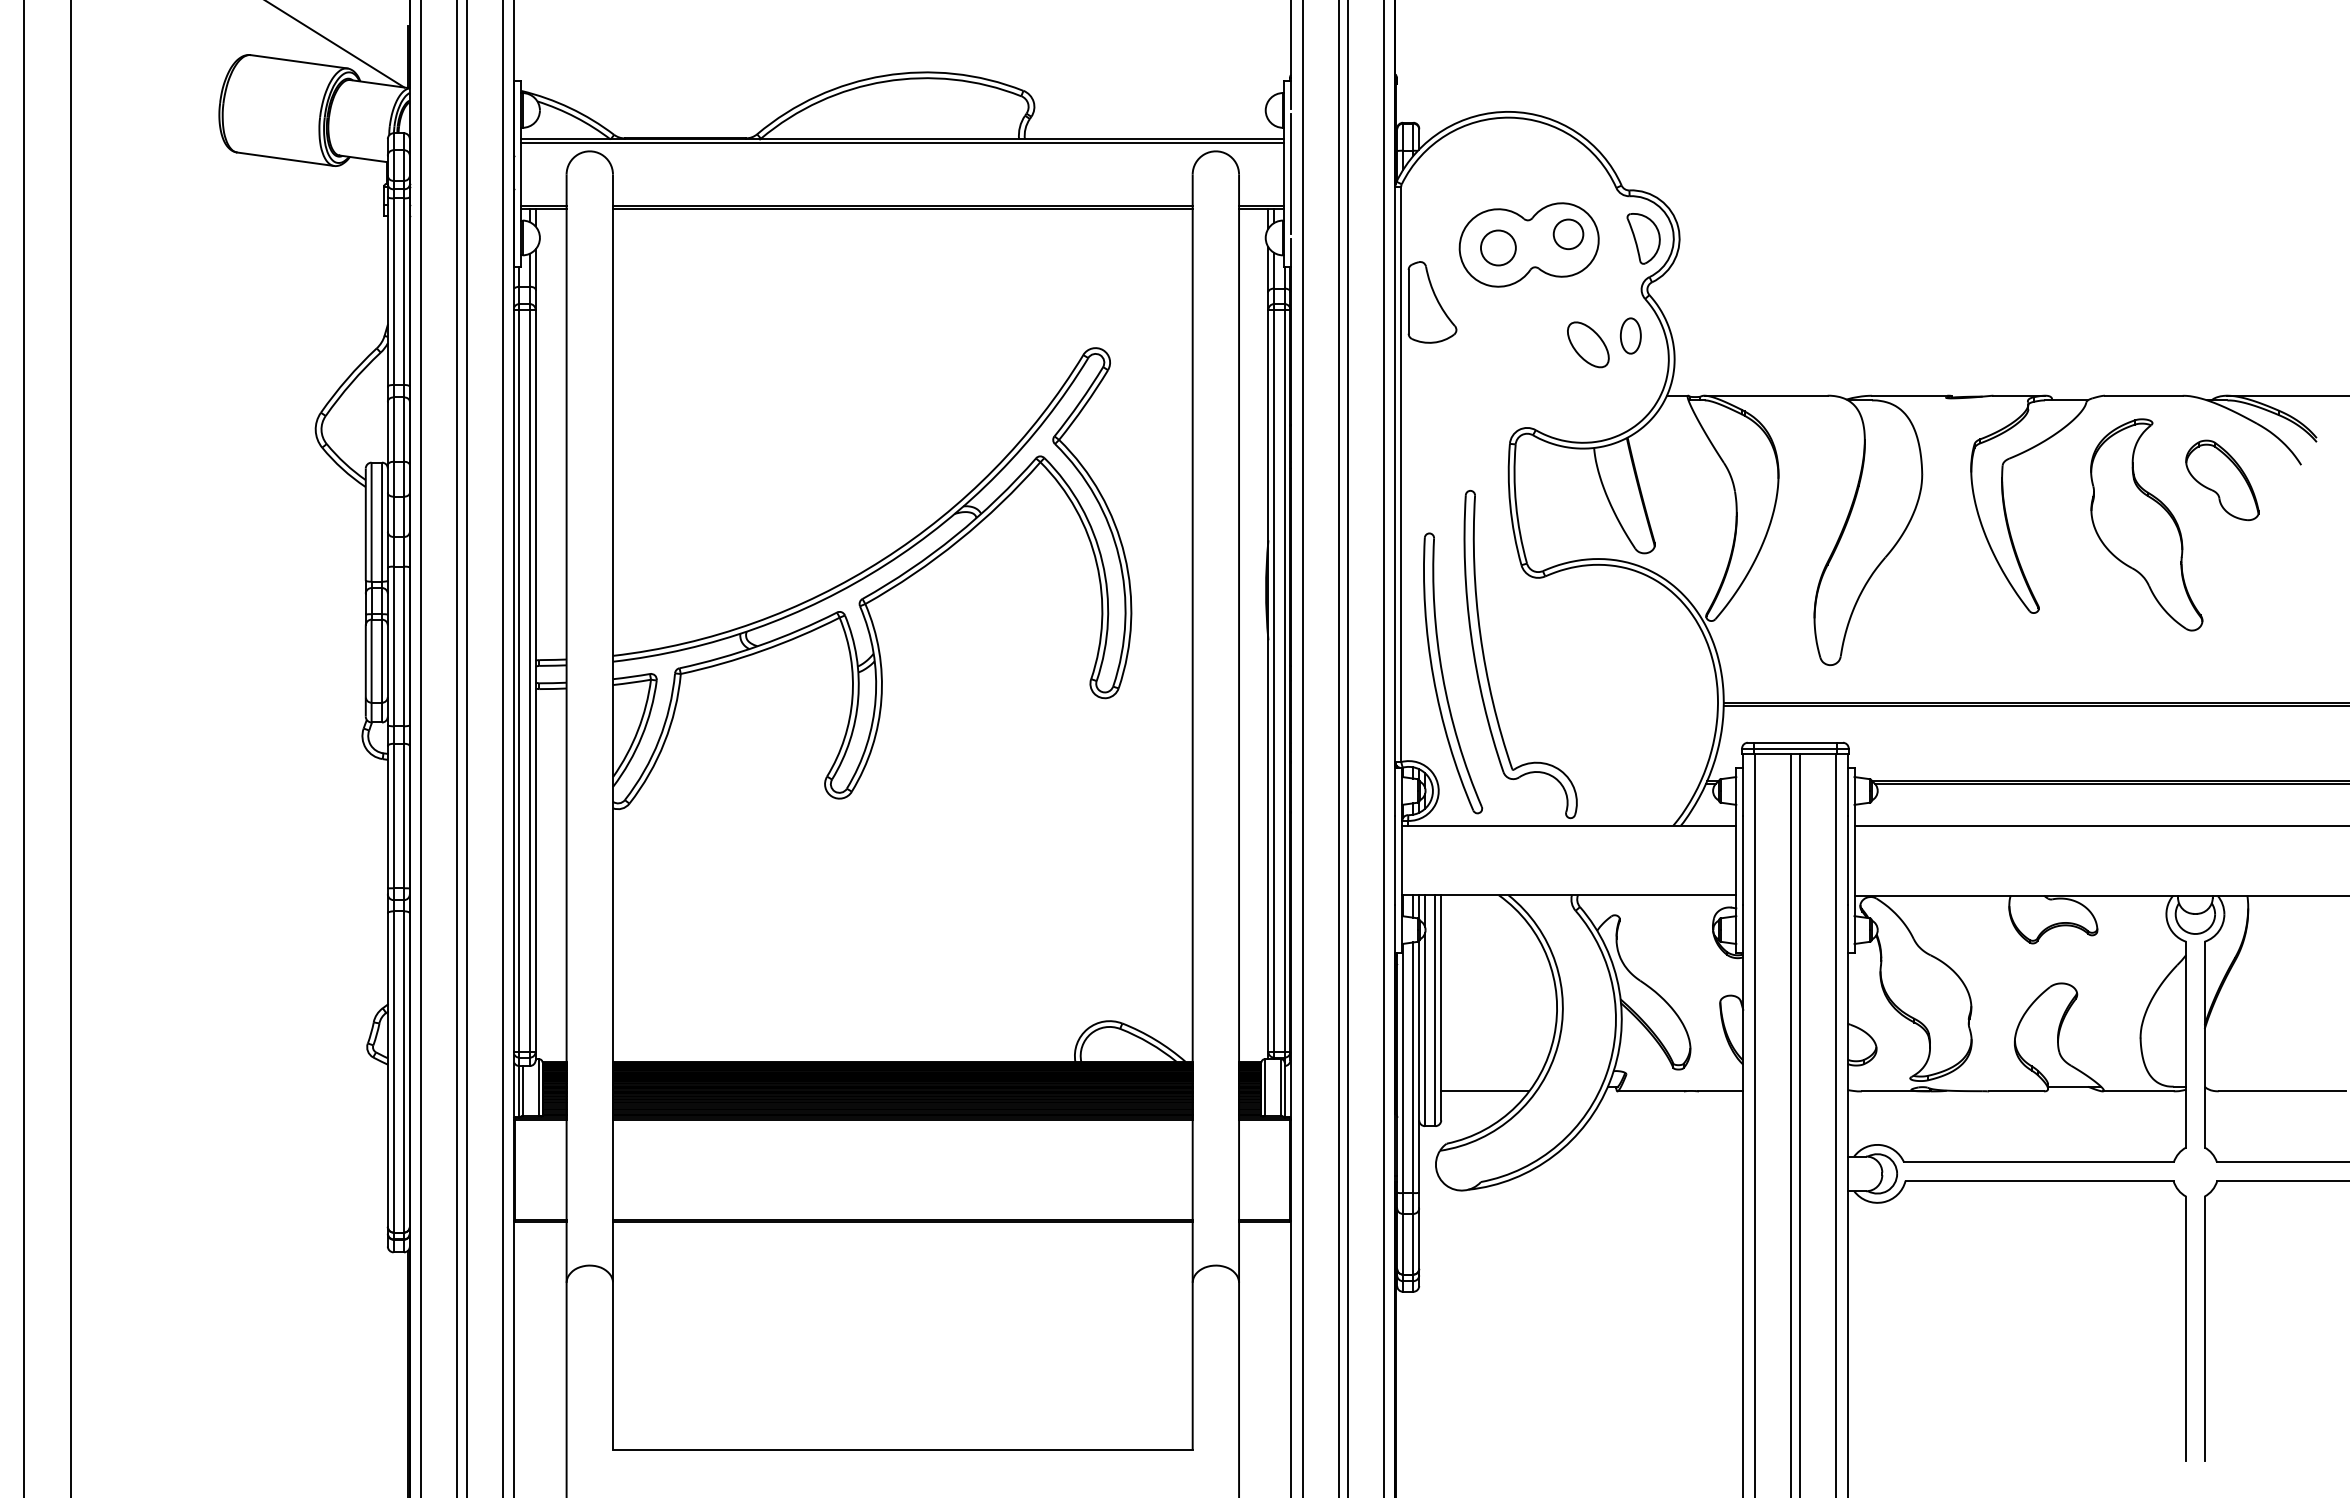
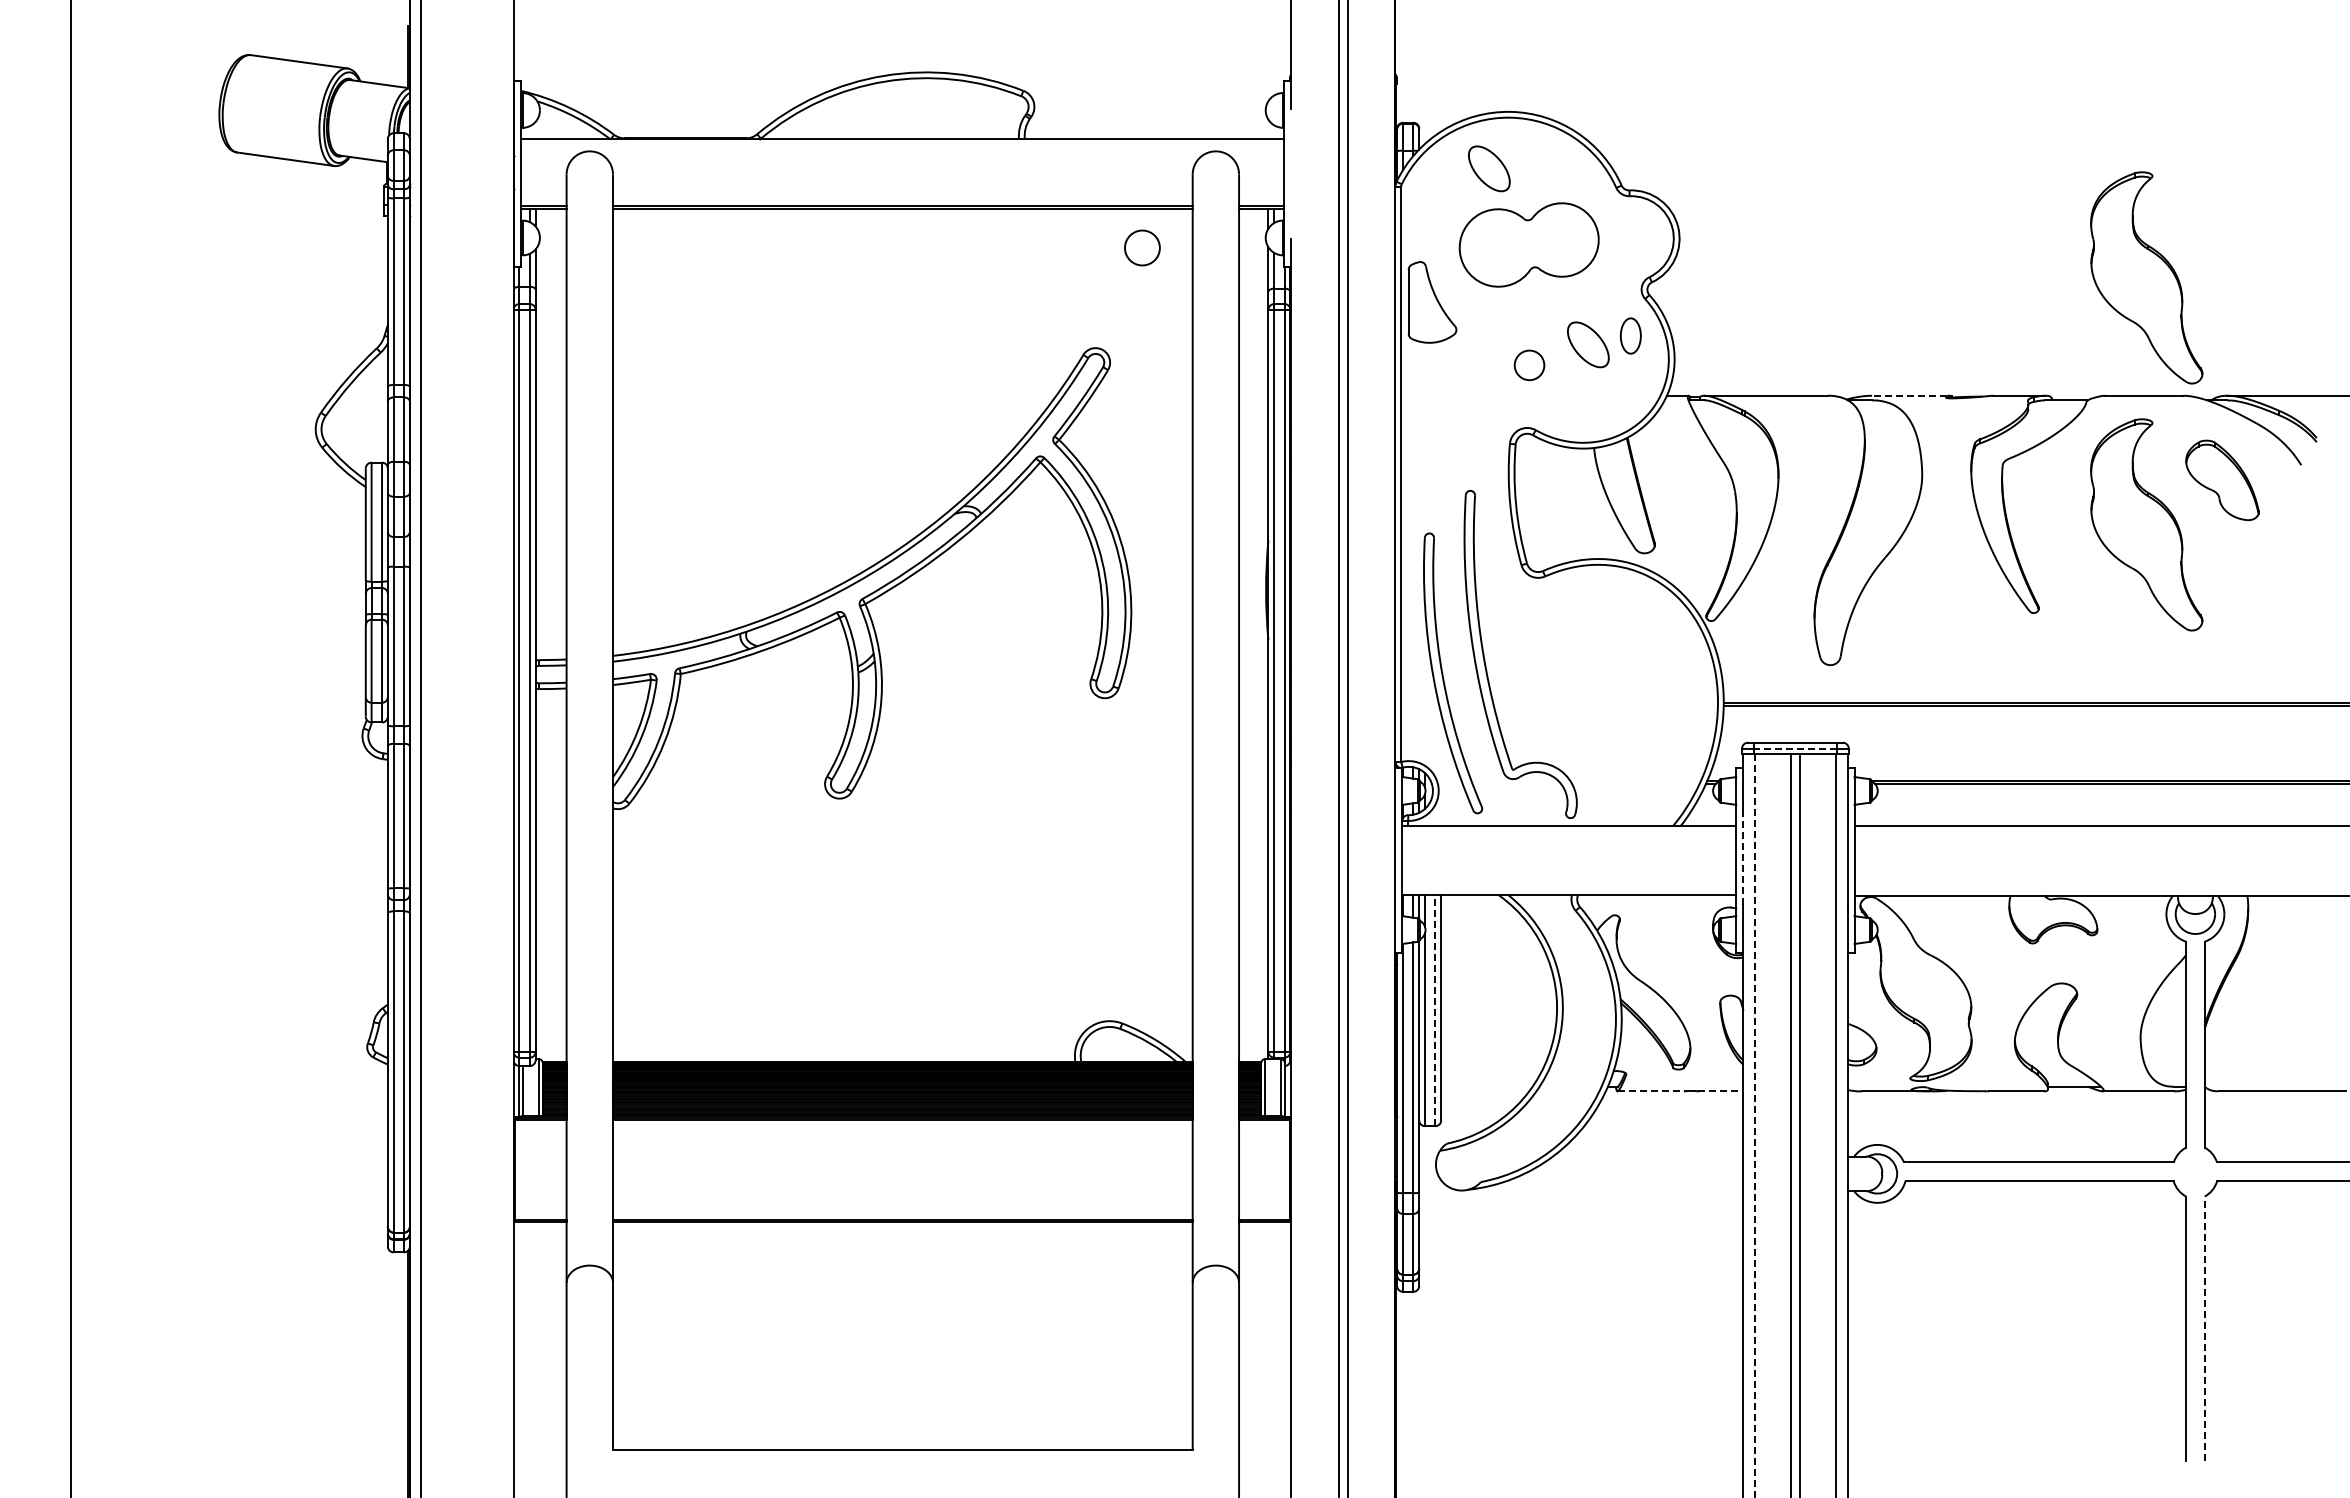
line at (335, 44): present -> none
line at (902, 142): present -> none
part at (1489, 168): none -> present
line at (1291, 174): present -> none
circle at (1568, 234) position: (1568, 234) -> (1529, 365)
part at (1643, 238): present -> none
circle at (1498, 247) position: (1498, 247) -> (1142, 247)
part at (2146, 277): none -> present
line at (1909, 395): solid -> dashed
line at (24, 748): present -> none
line at (457, 748): present -> none
line at (466, 748): present -> none
line at (502, 748): present -> none
line at (1302, 748): present -> none
line at (1383, 748): present -> none
line at (1795, 748): solid -> dashed
line at (1743, 860): solid -> dashed
line at (1435, 1010): solid -> dashed
line at (1485, 1091): present -> none
line at (1651, 1091): solid -> dashed
line at (1720, 1091): solid -> dashed
line at (1754, 1126): solid -> dashed
line at (2204, 1328): solid -> dashed
